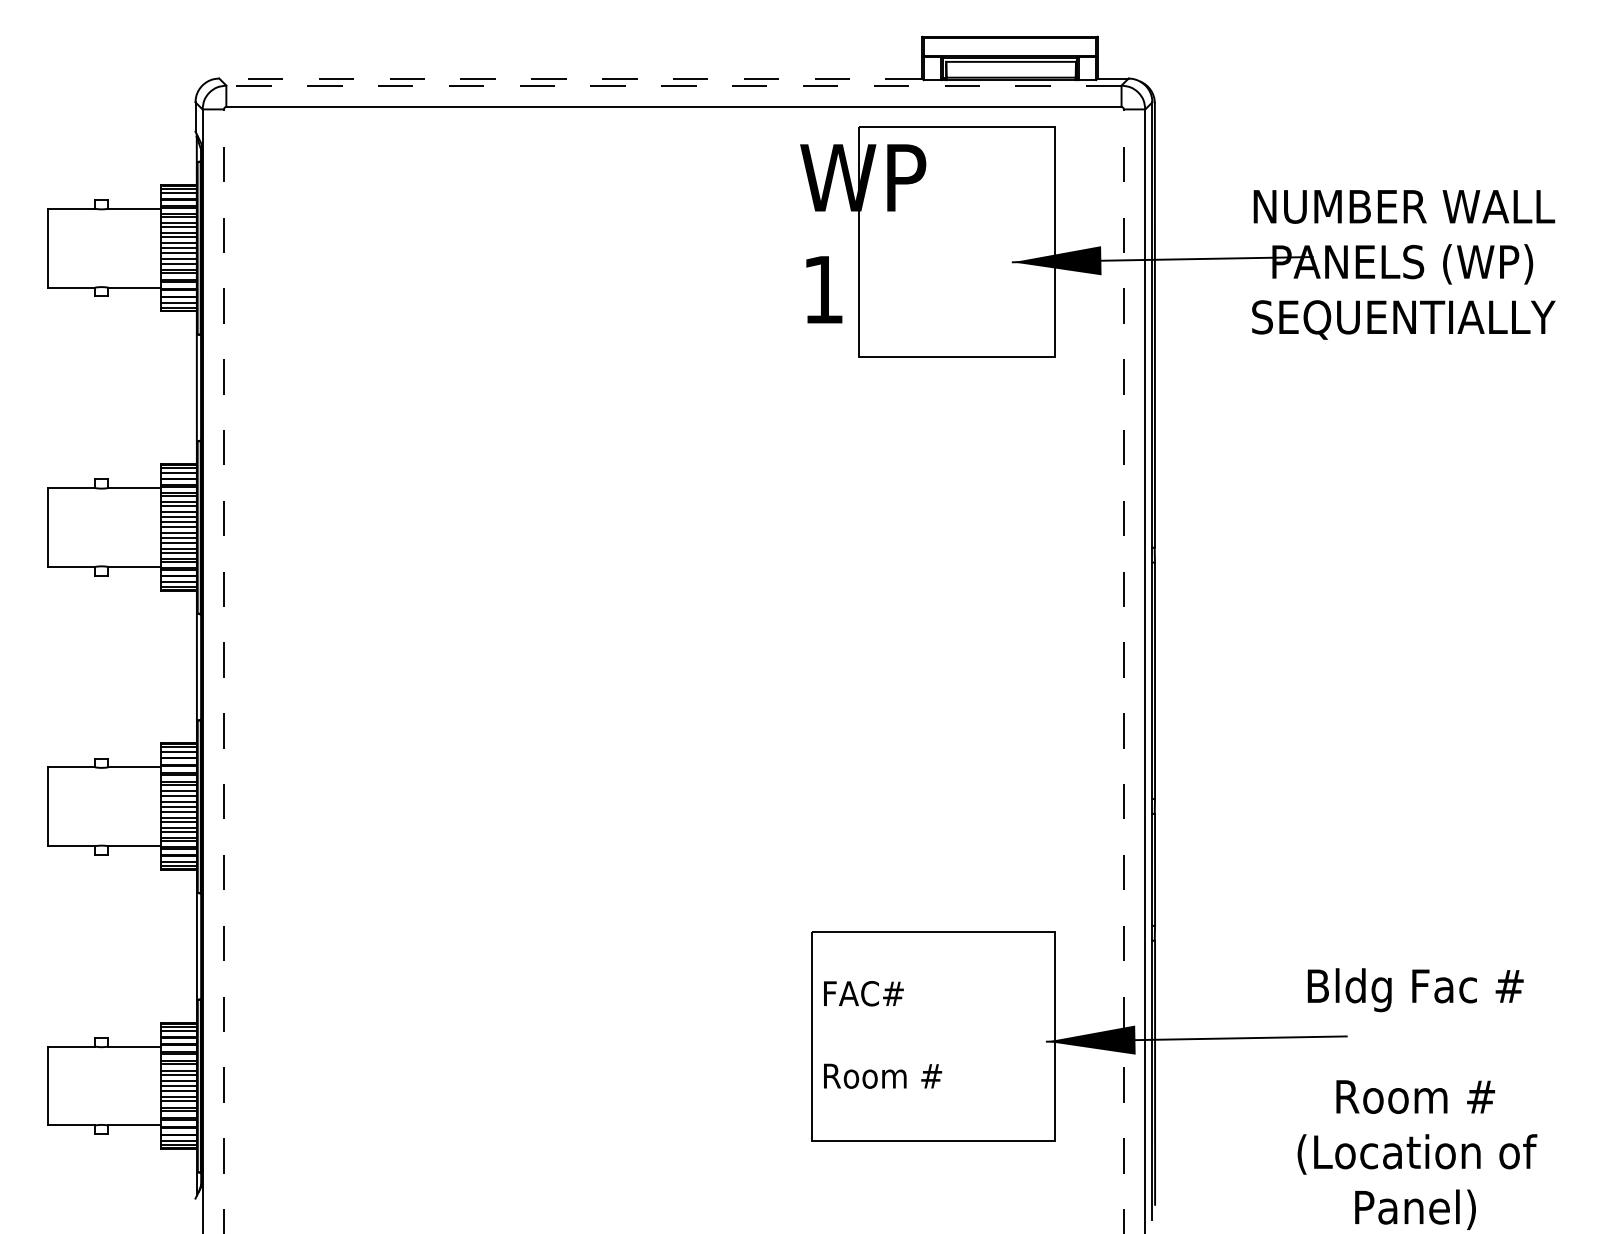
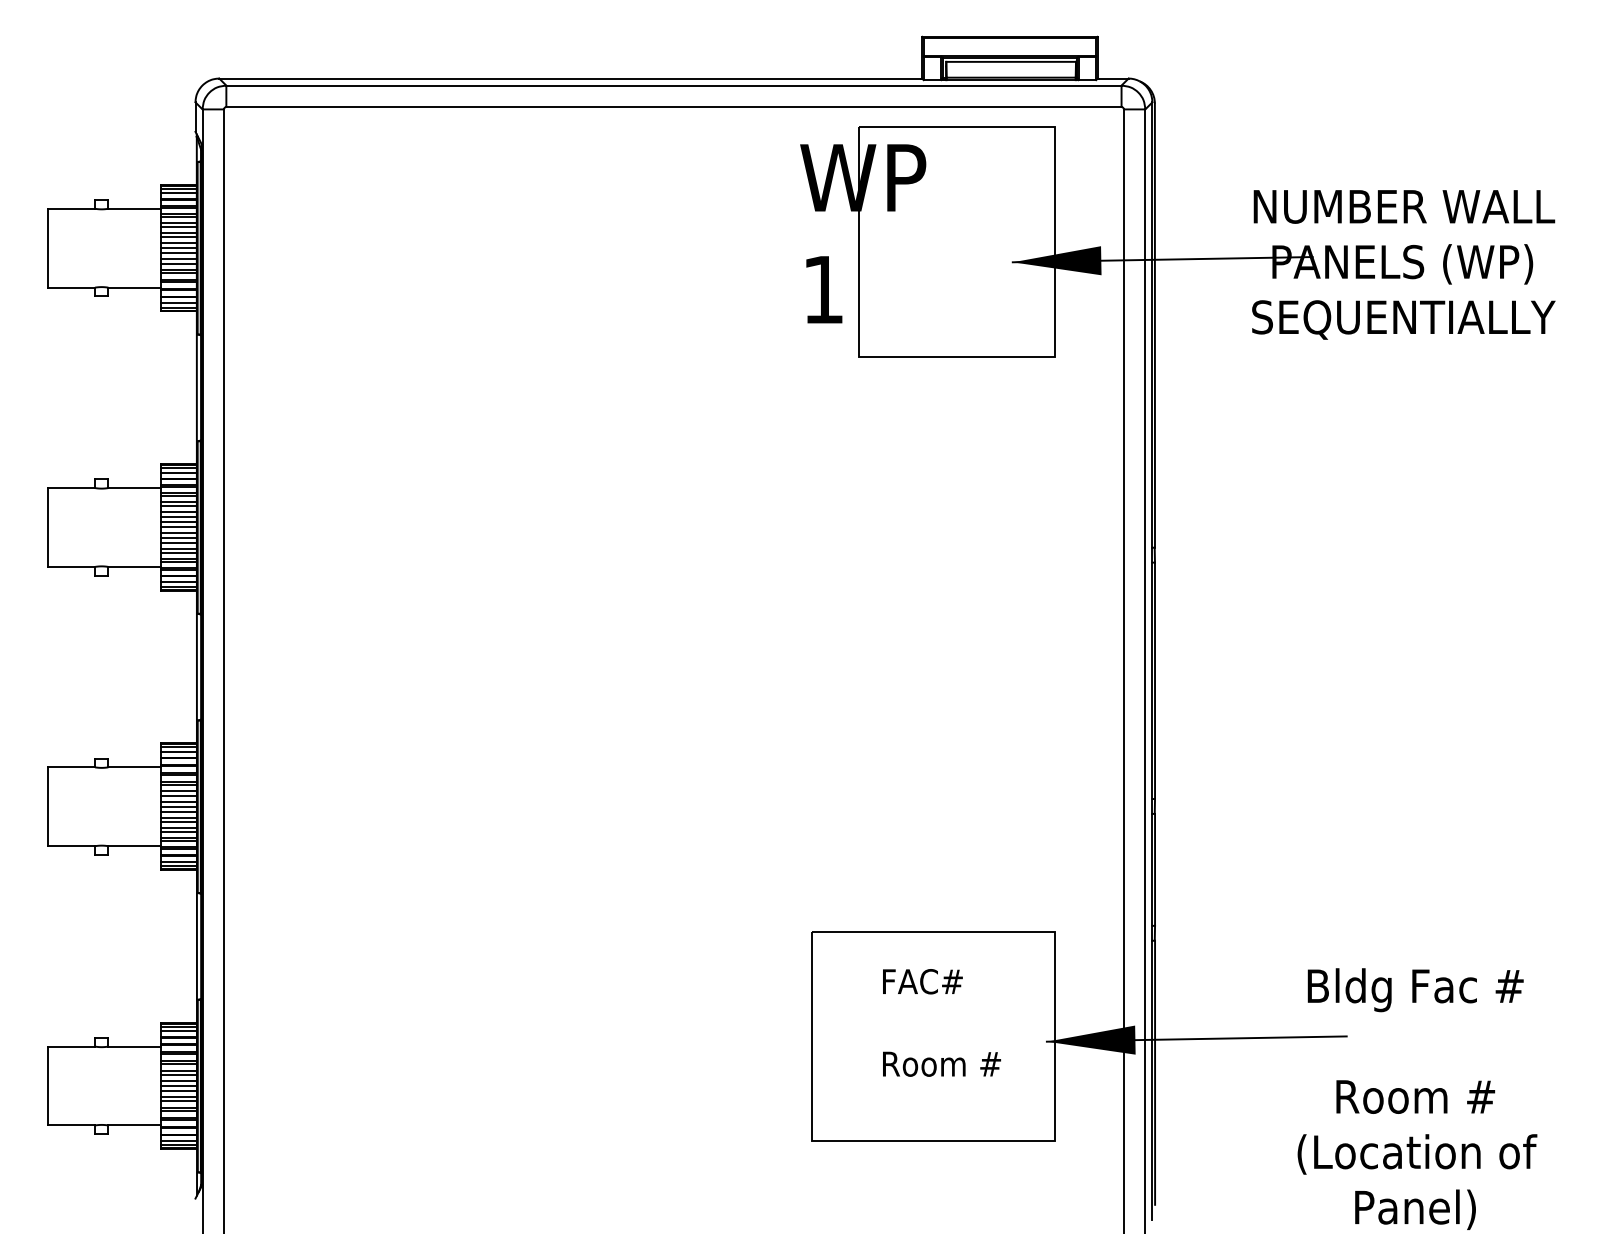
line at (570, 78): dashed -> solid
line at (673, 85): dashed -> solid
line at (223, 671): dashed -> solid
line at (1123, 671): dashed -> solid
text at (882, 1034) position: (882, 1034) -> (941, 1022)
